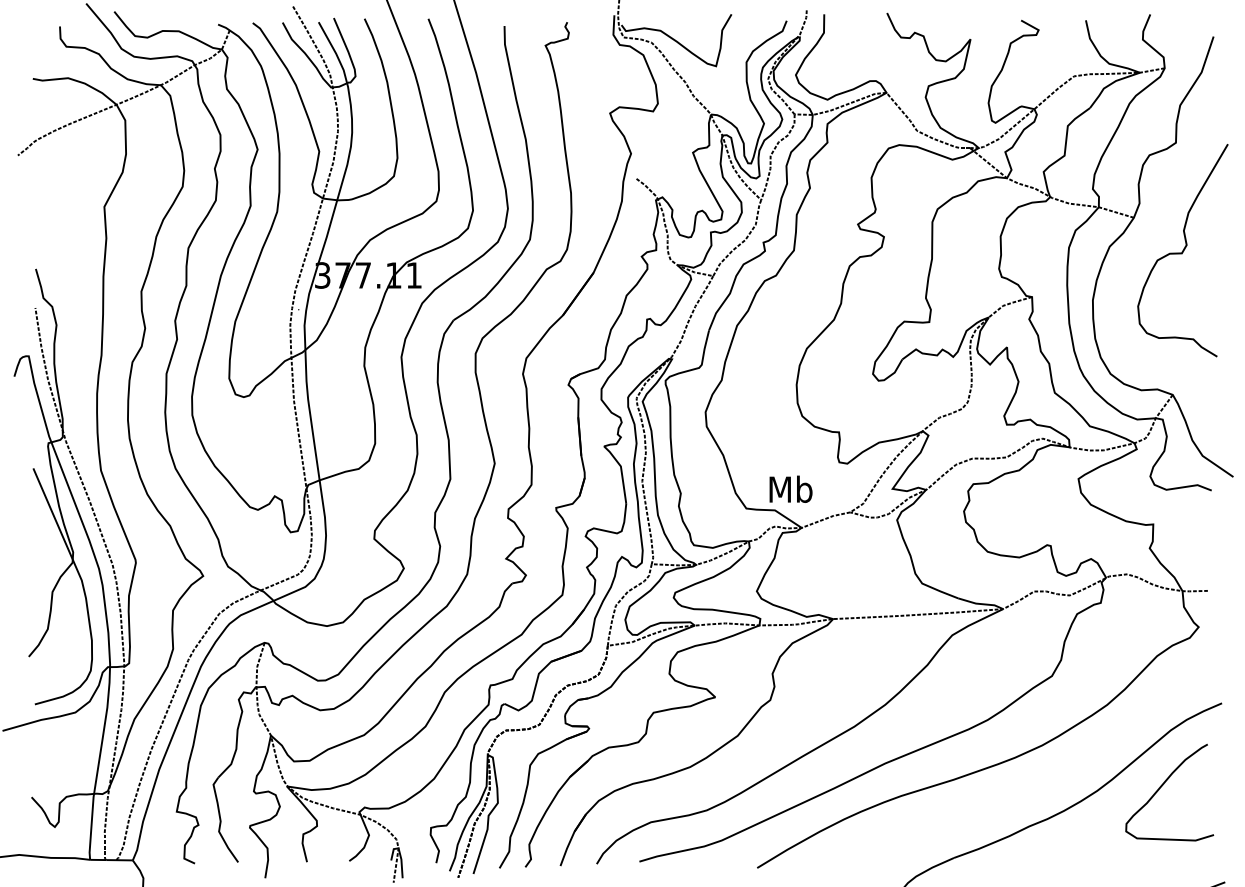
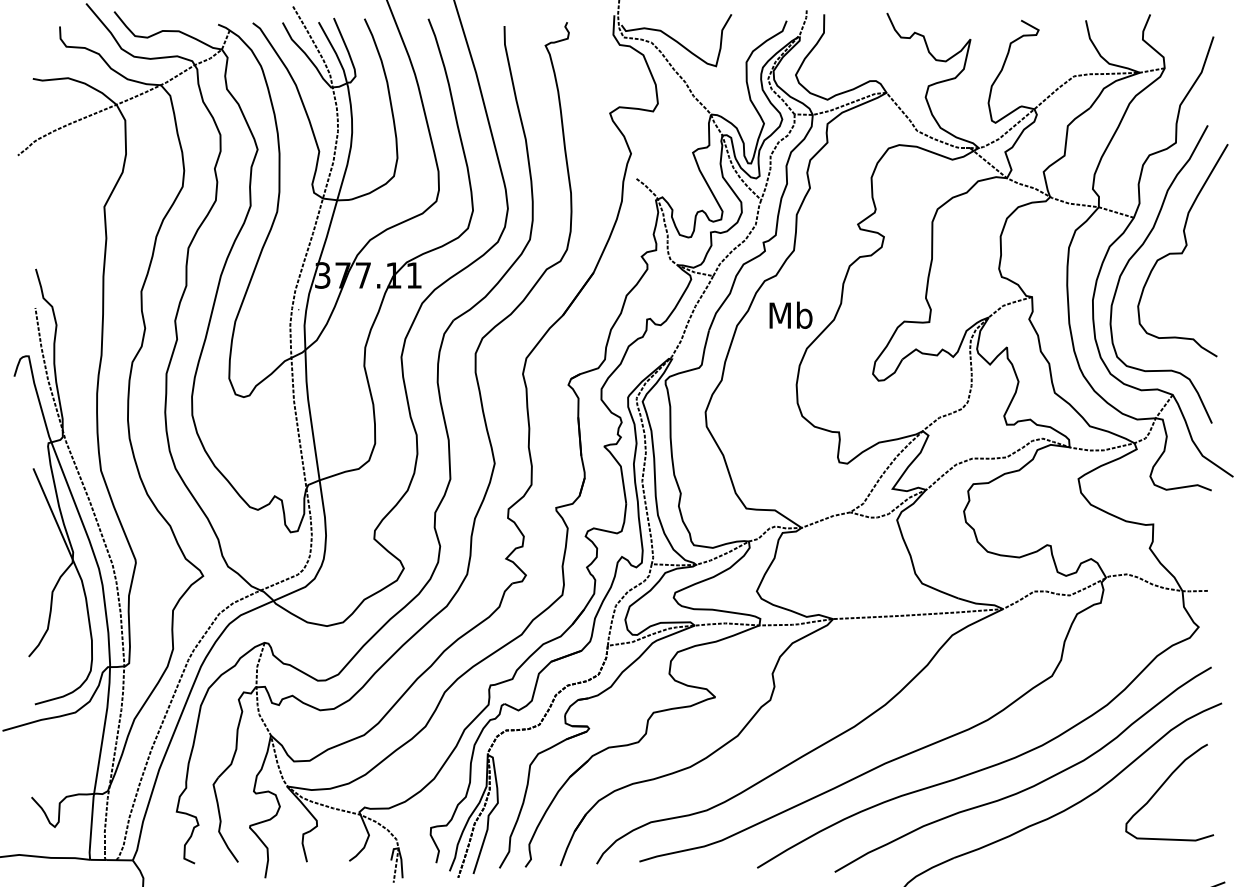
curve at (1137, 252): none -> present
text at (790, 488) position: (790, 488) -> (790, 314)
curve at (1027, 787): none -> present
